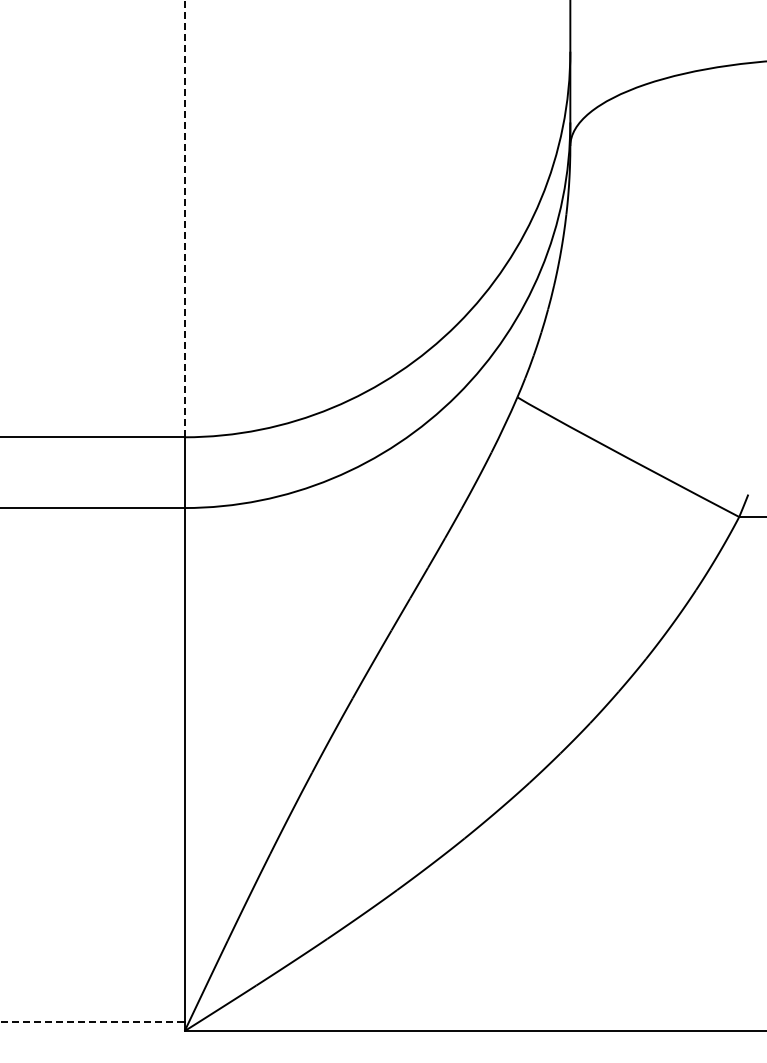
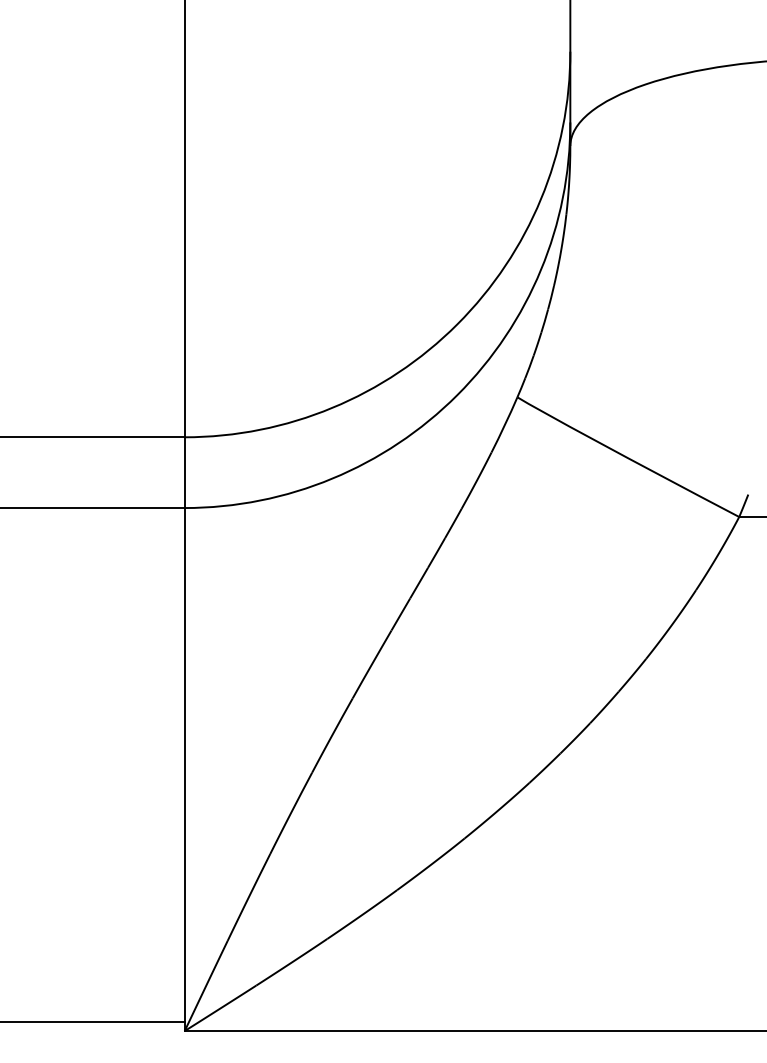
line at (184, 218): dashed -> solid
line at (92, 1022): dashed -> solid
